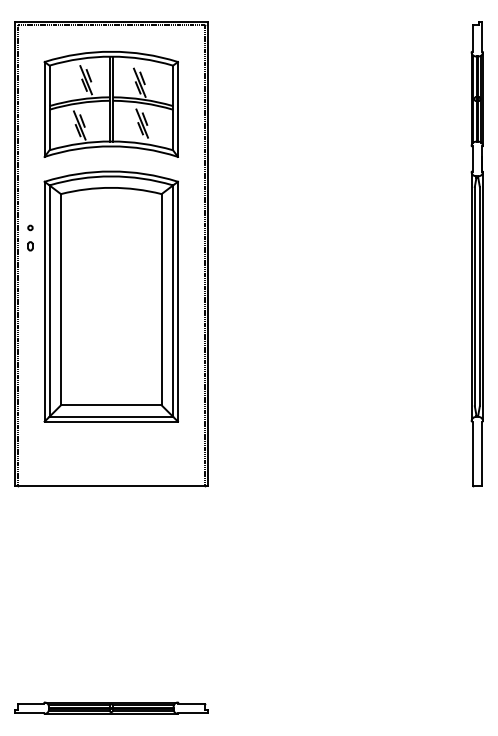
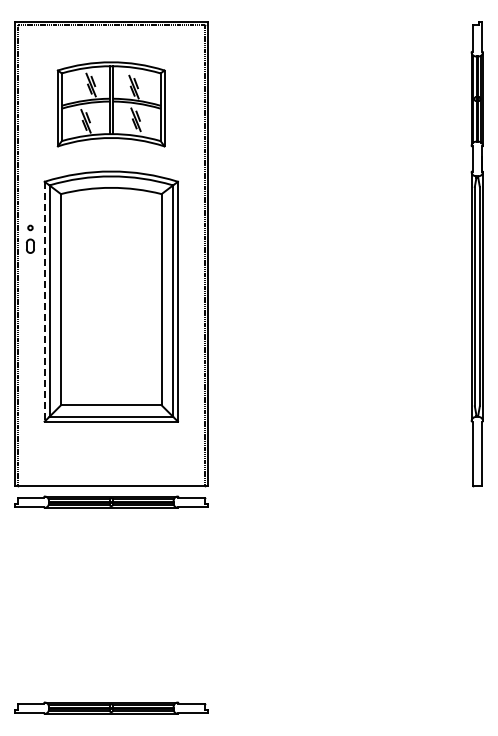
part at (110, 104) size: 136x107 px -> 110x87 px
part at (30, 246) size: 7x11 px -> 9x16 px
line at (44, 301): solid -> dashed
part at (111, 501): none -> present
